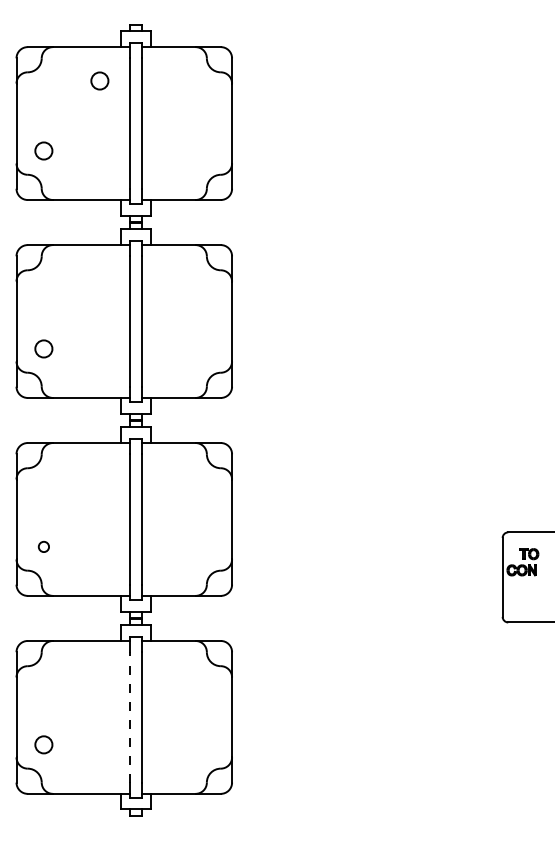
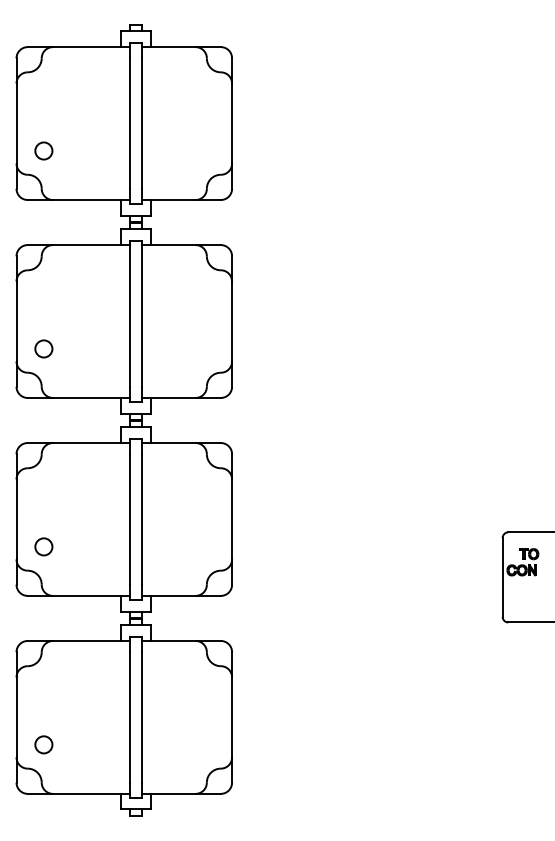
circle at (99, 80): present -> none
circle at (43, 546) size: 13x13 px -> 20x20 px
line at (129, 716): dashed -> solid
